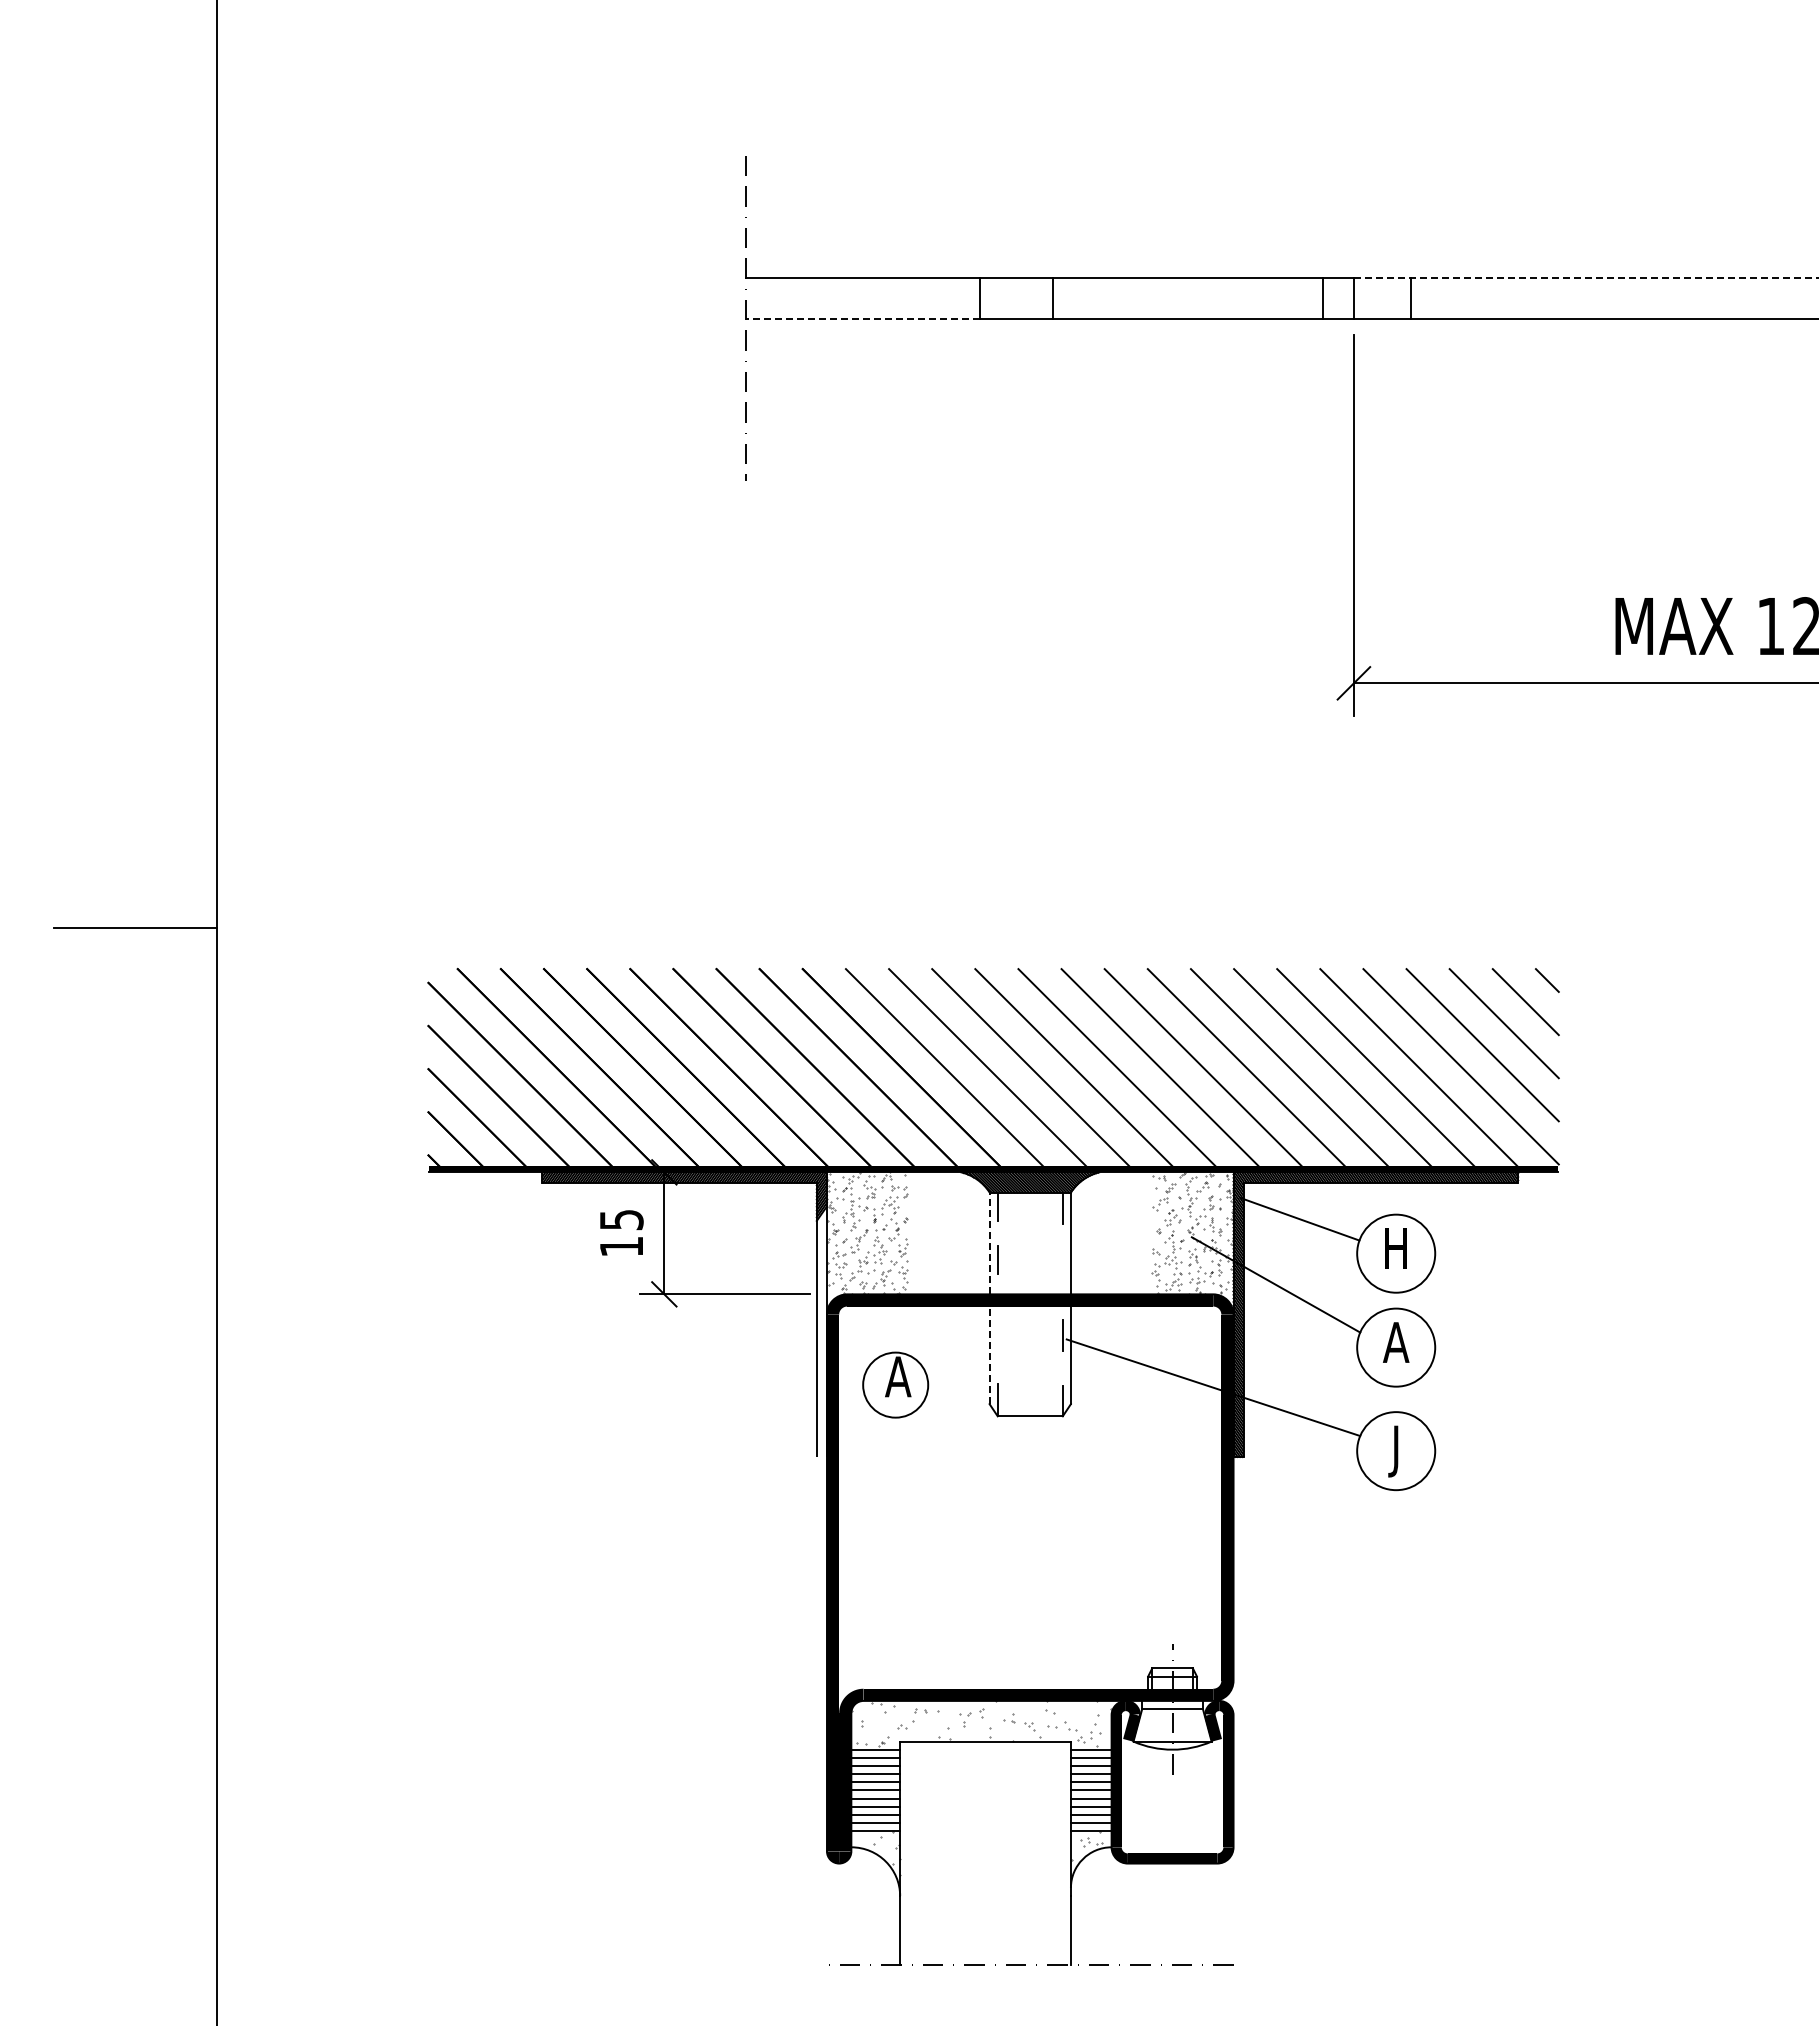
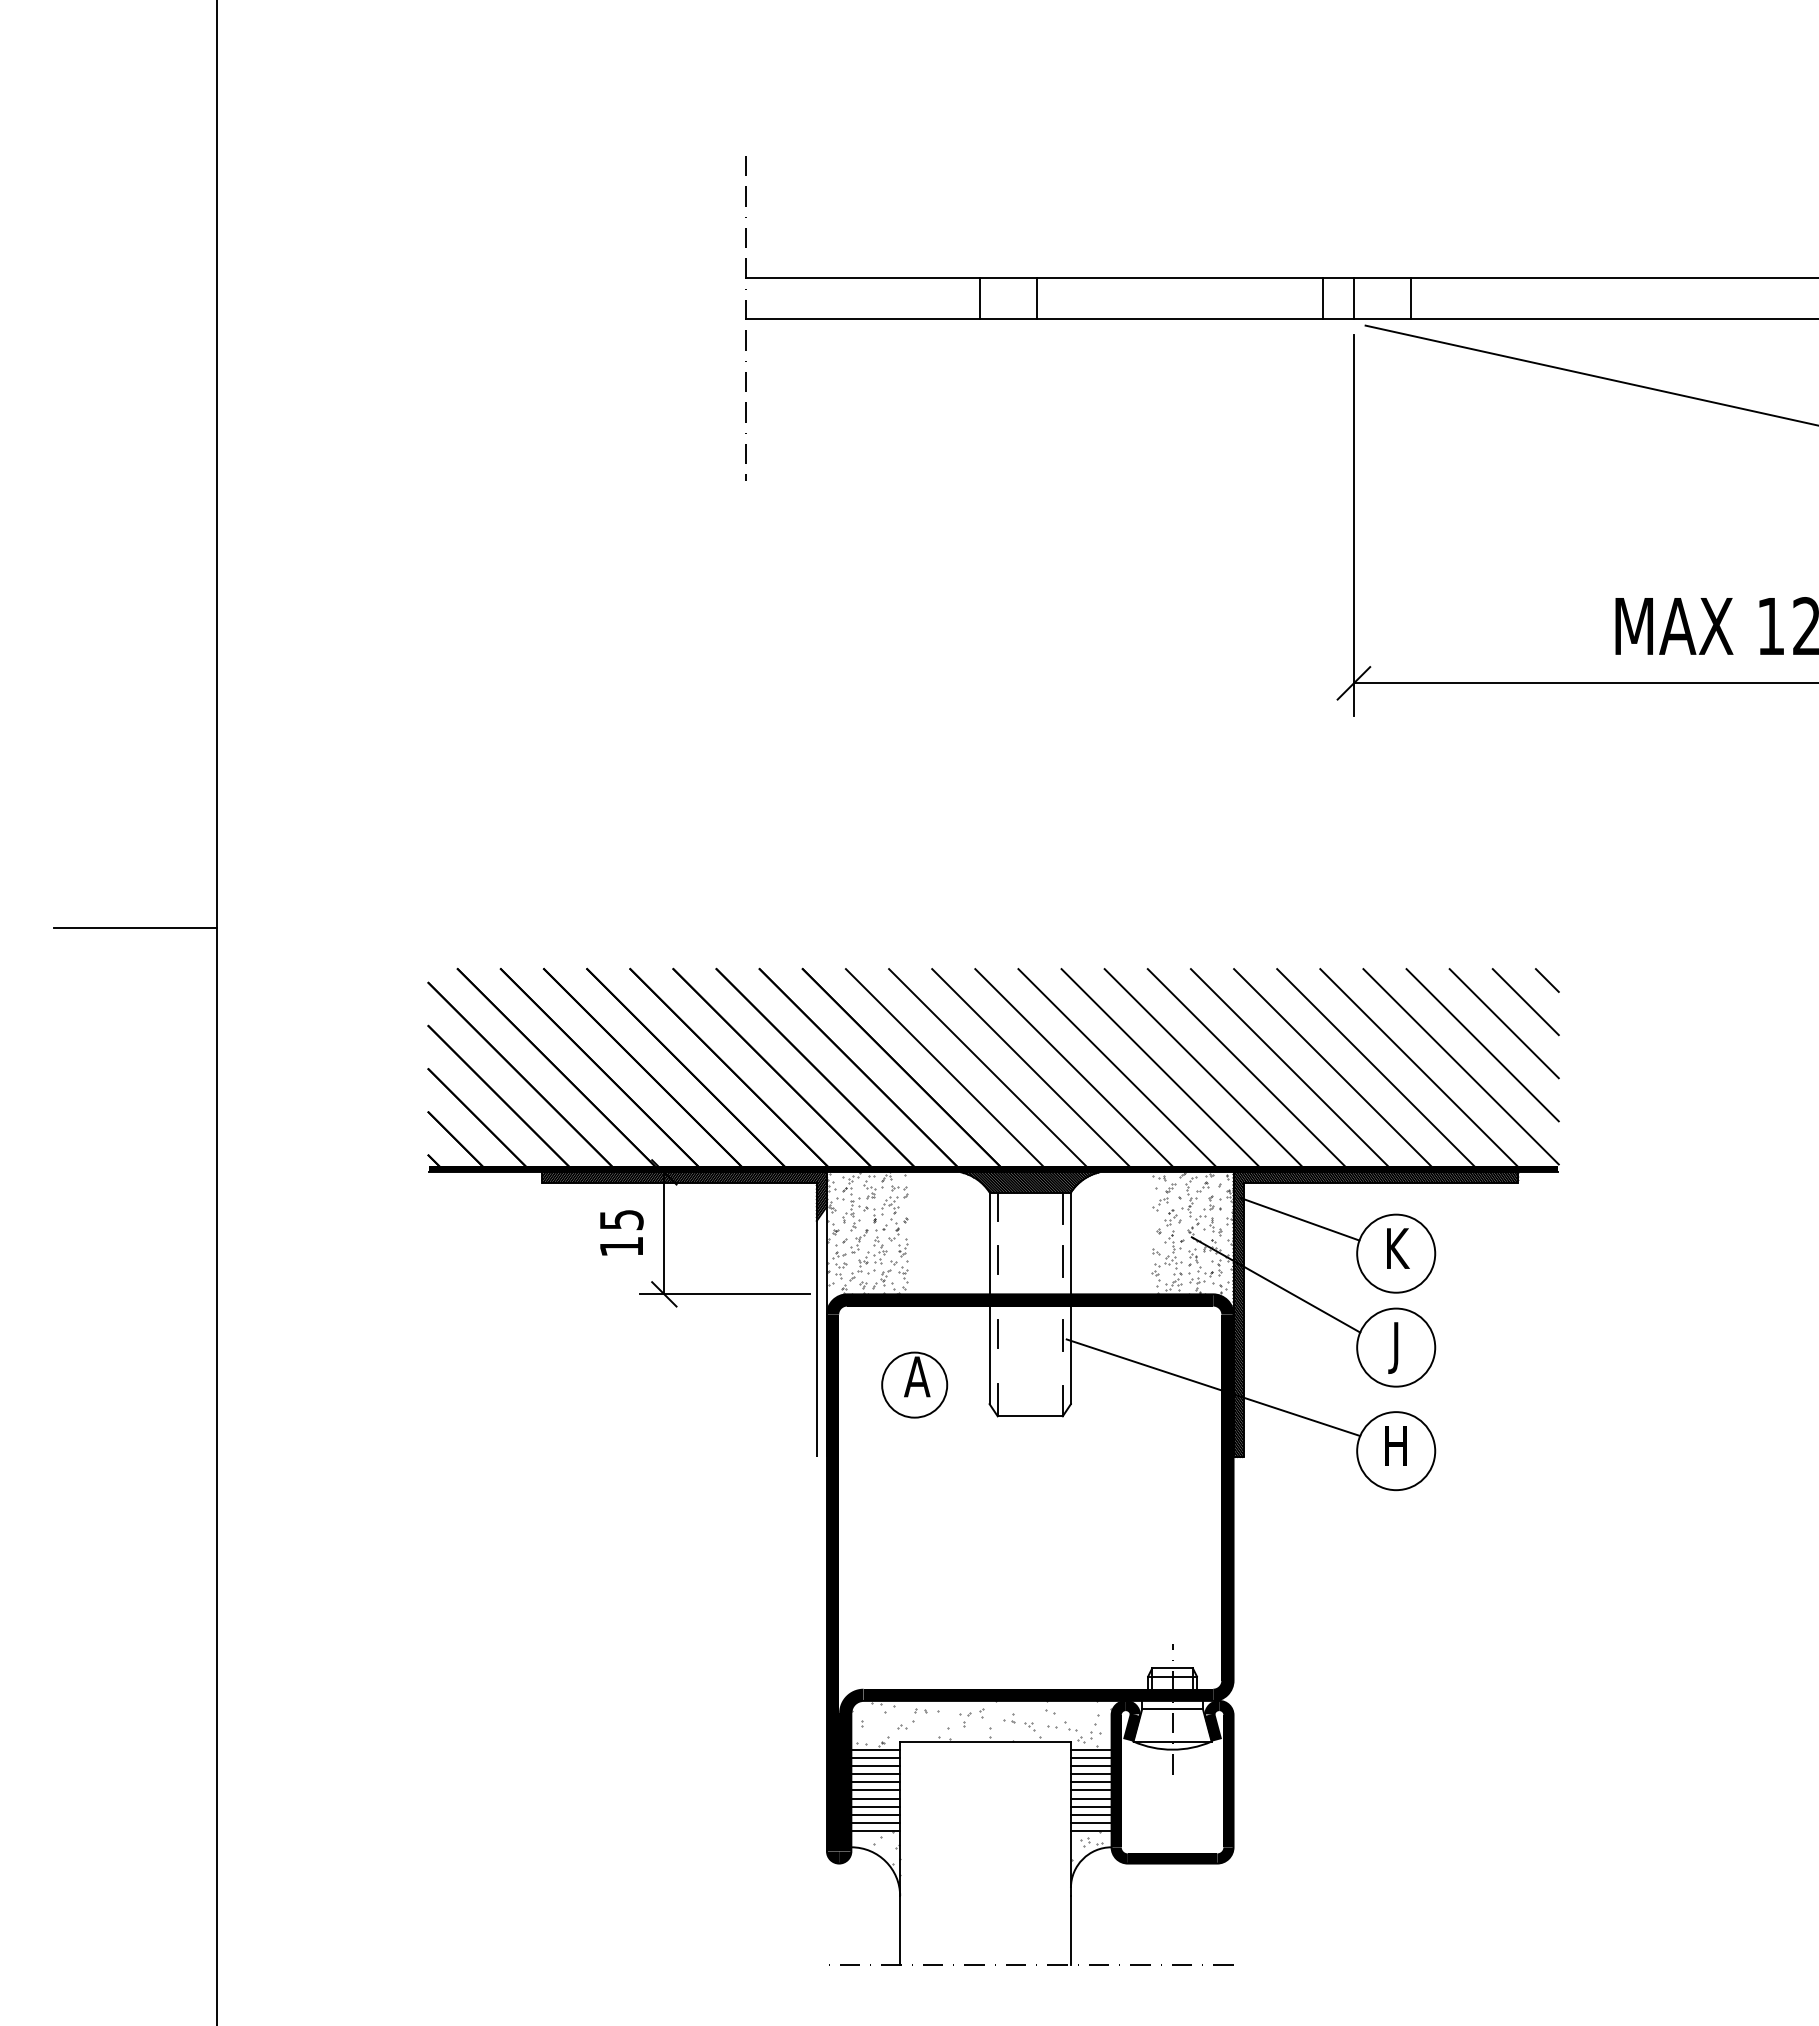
line at (1586, 277): dashed -> solid
line at (1052, 297) position: (1052, 297) -> (1036, 297)
line at (862, 318): dashed -> solid
line at (1590, 374): none -> present
text at (1397, 1248): H -> K
line at (1062, 1260): none -> present
line at (989, 1298): dashed -> solid
line at (997, 1334): none -> present
text at (1396, 1347): A -> J
part at (895, 1384) position: (895, 1384) -> (914, 1384)
text at (1395, 1451): J -> H
